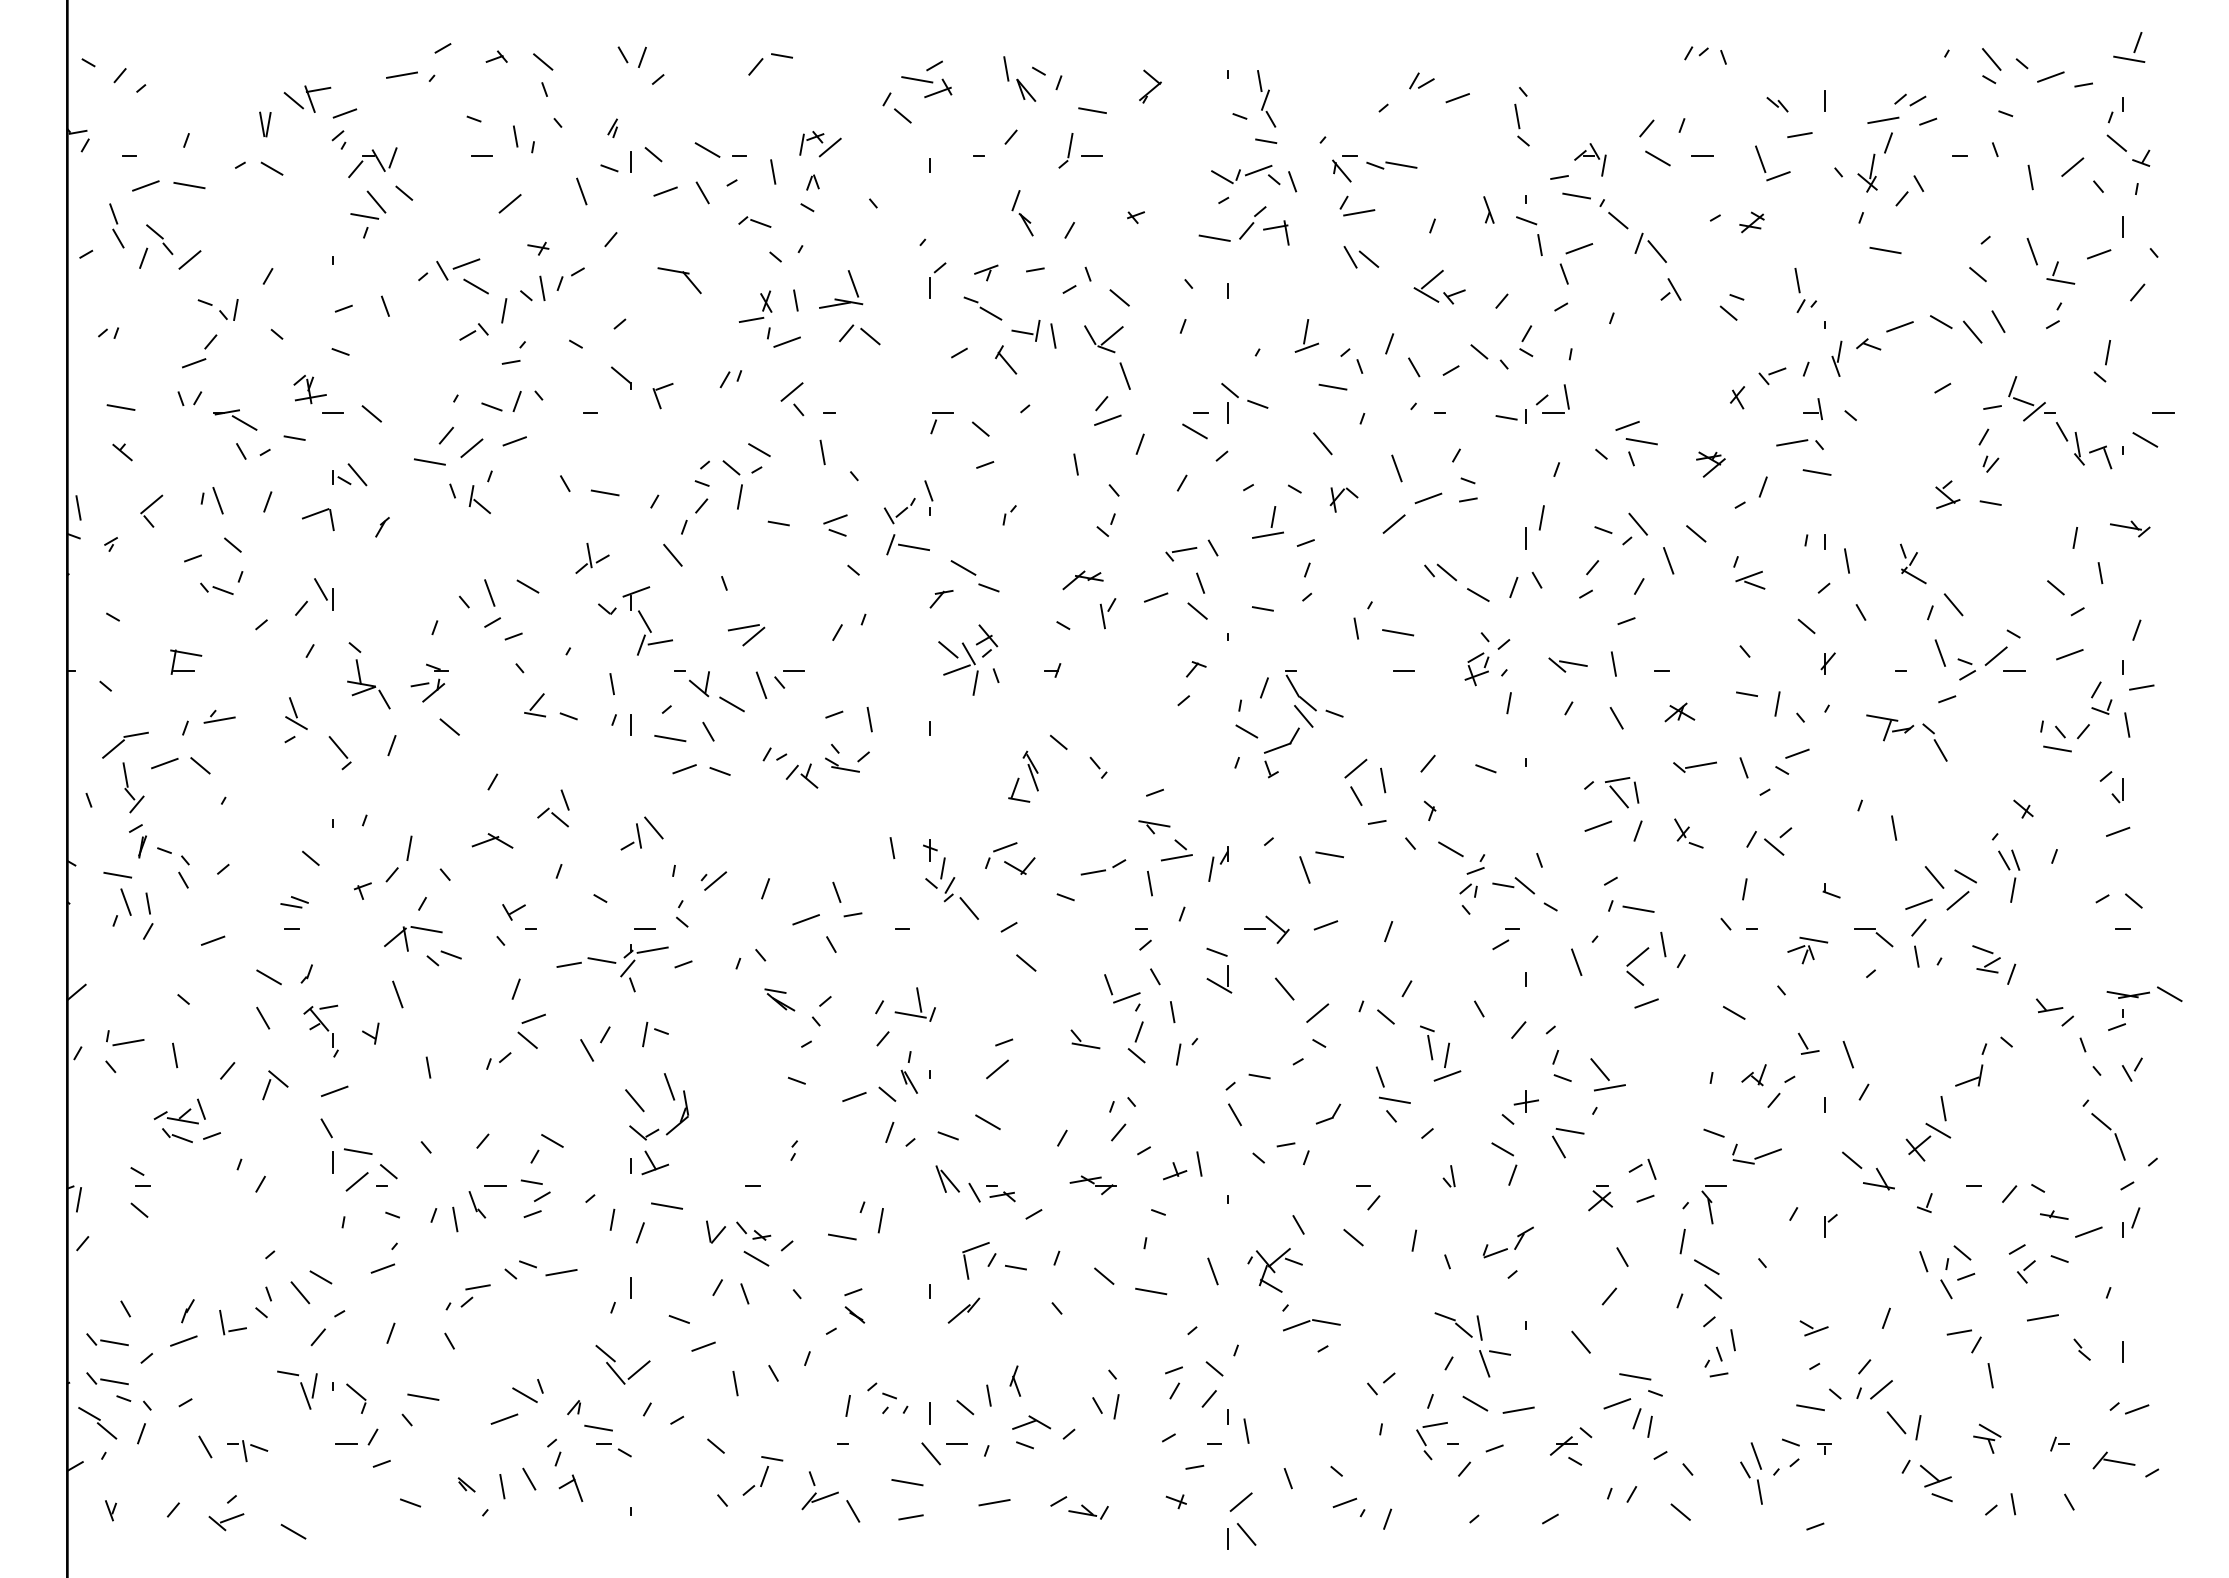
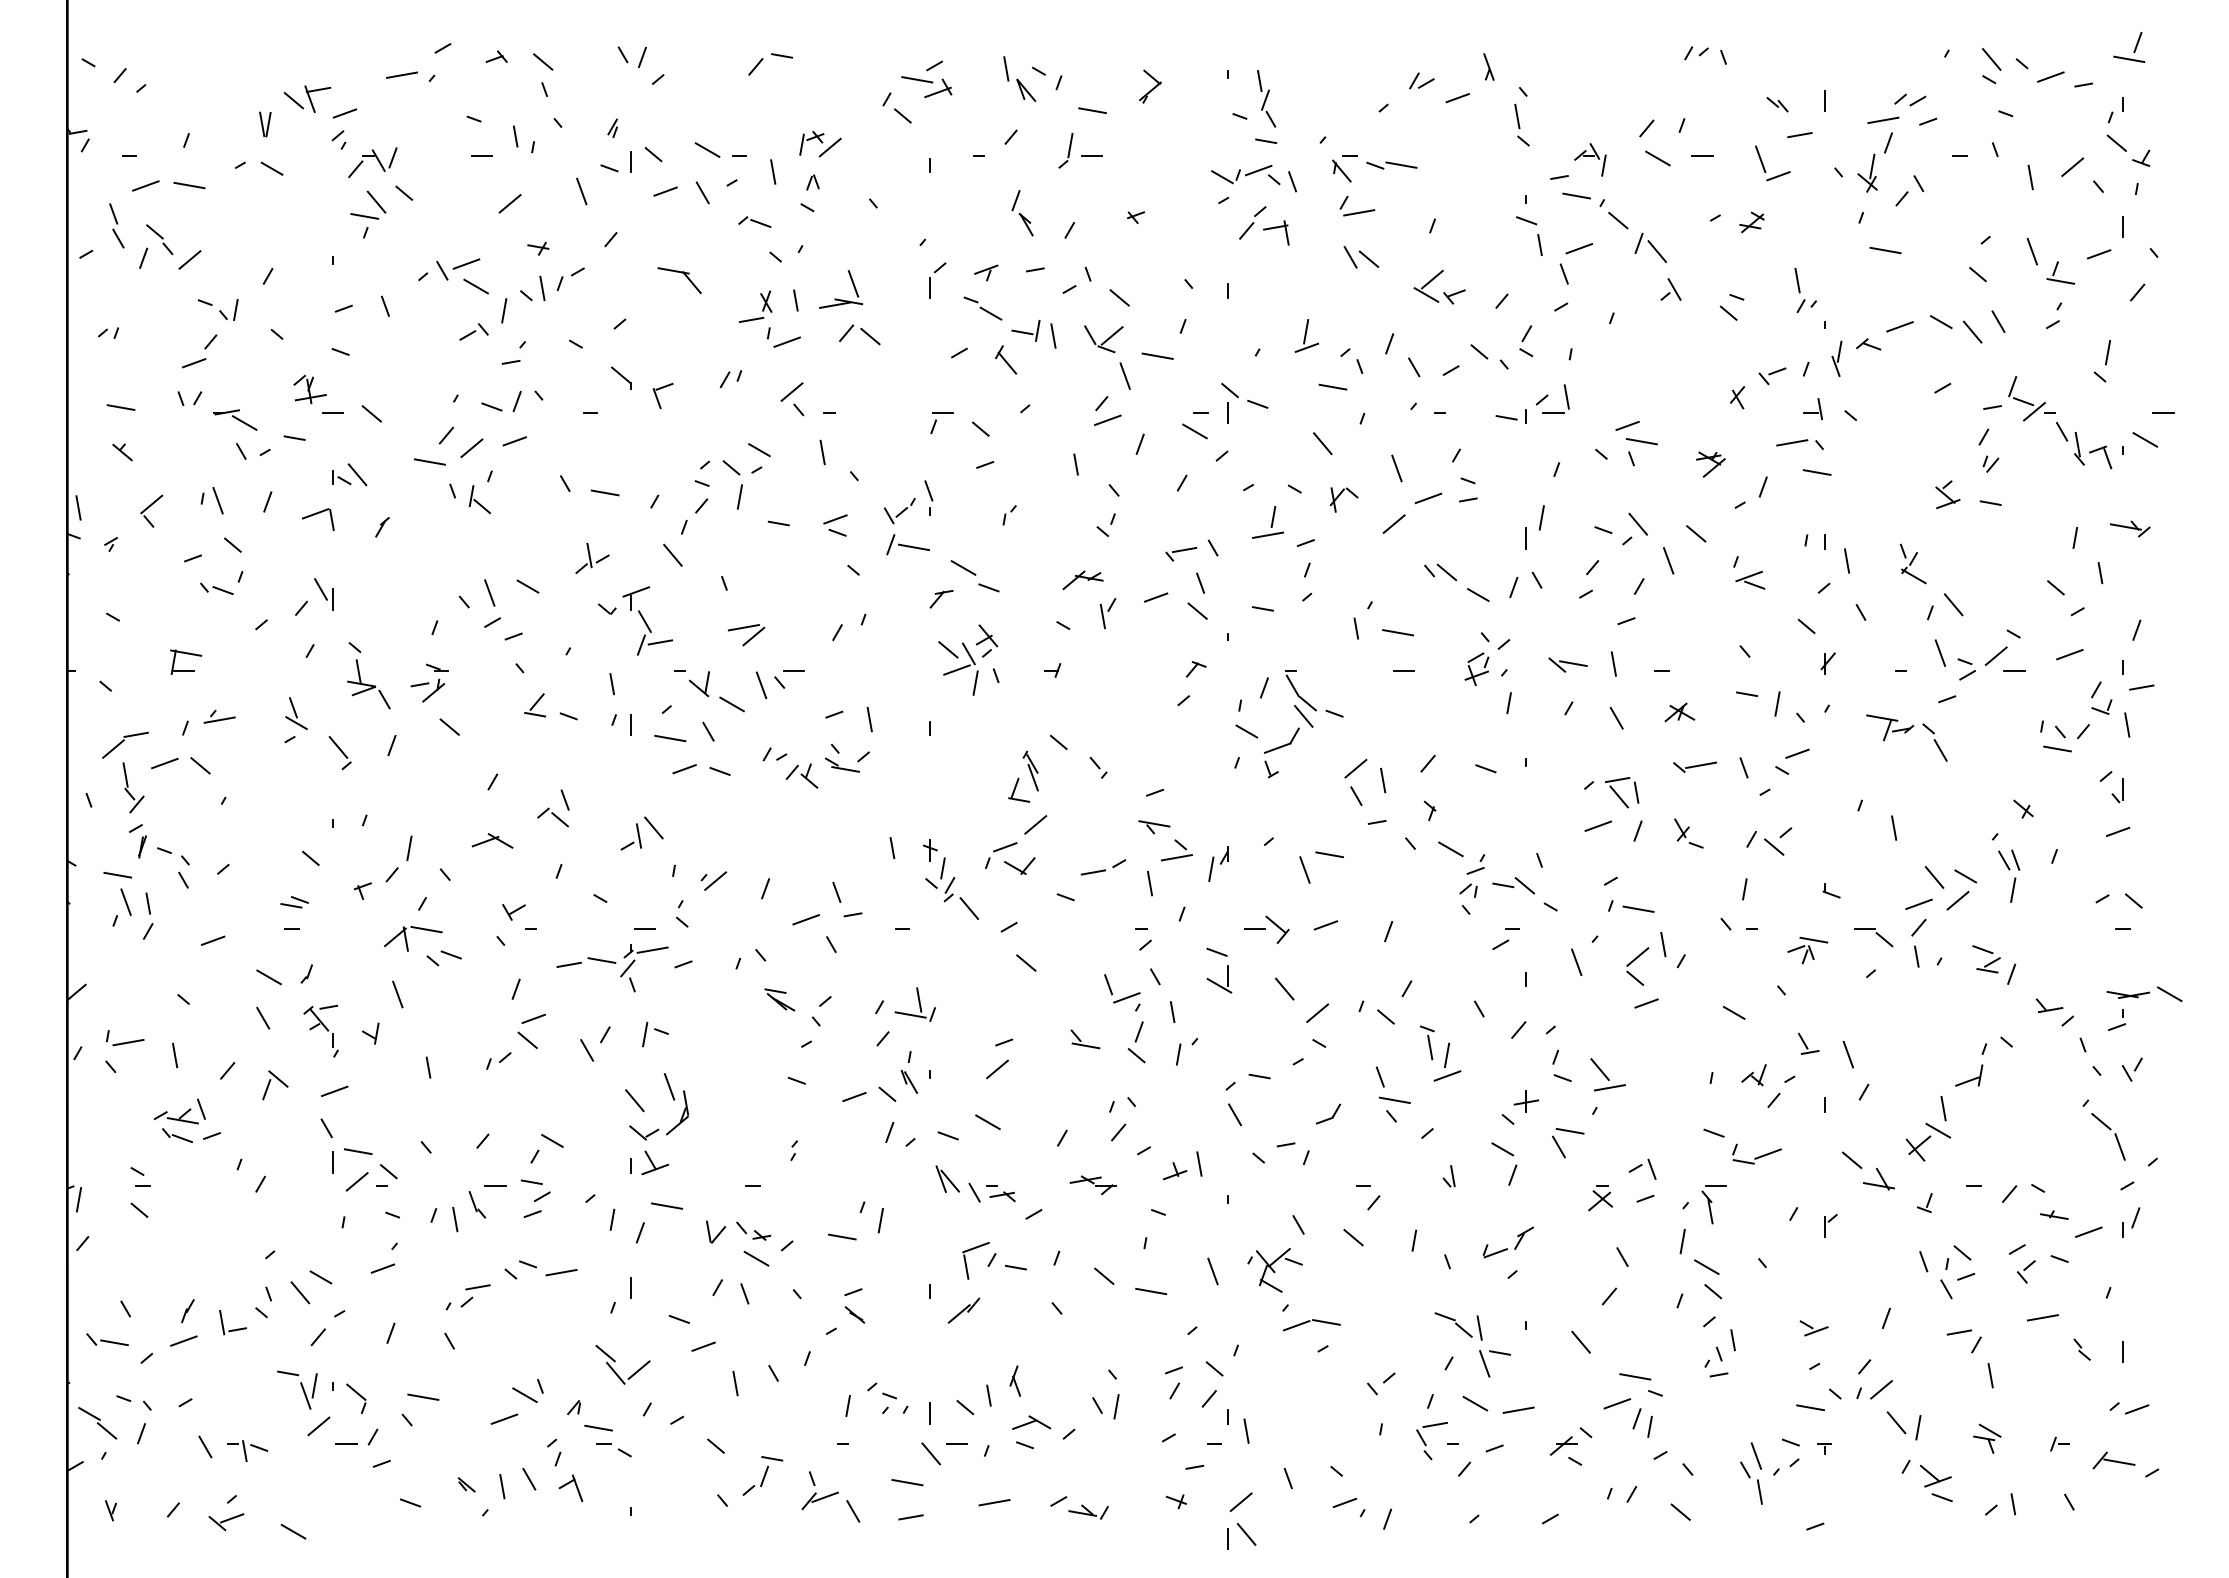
part at (1488, 209) position: (1488, 209) -> (1488, 66)
line at (1214, 237) position: (1214, 237) -> (1157, 355)
line at (1035, 824): none -> present
part at (107, 1378): present -> none
line at (318, 1426): none -> present
